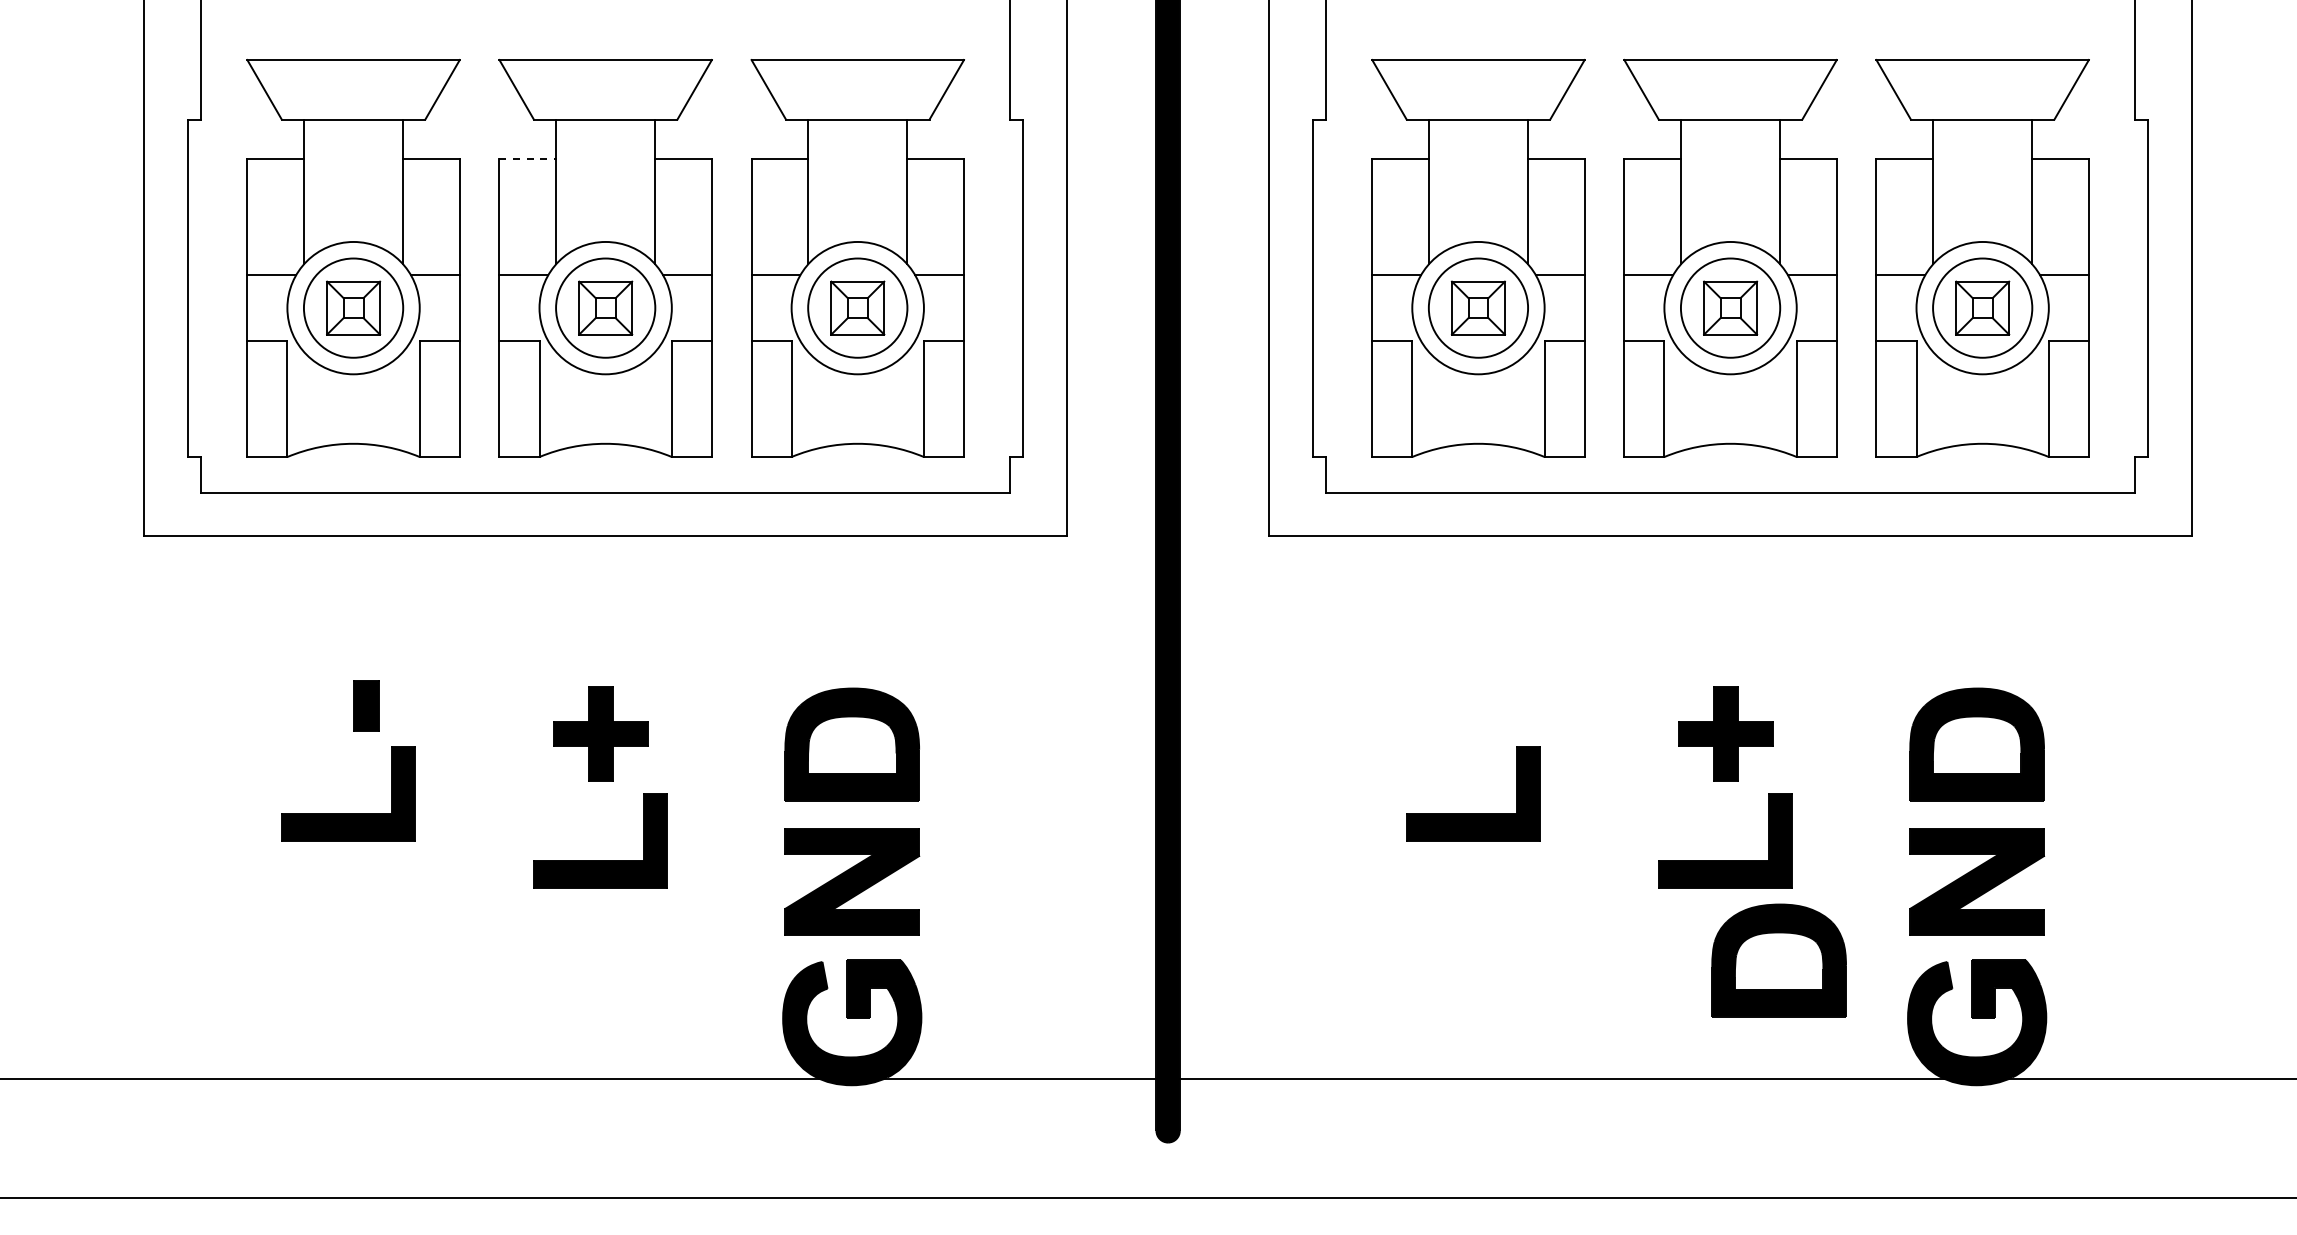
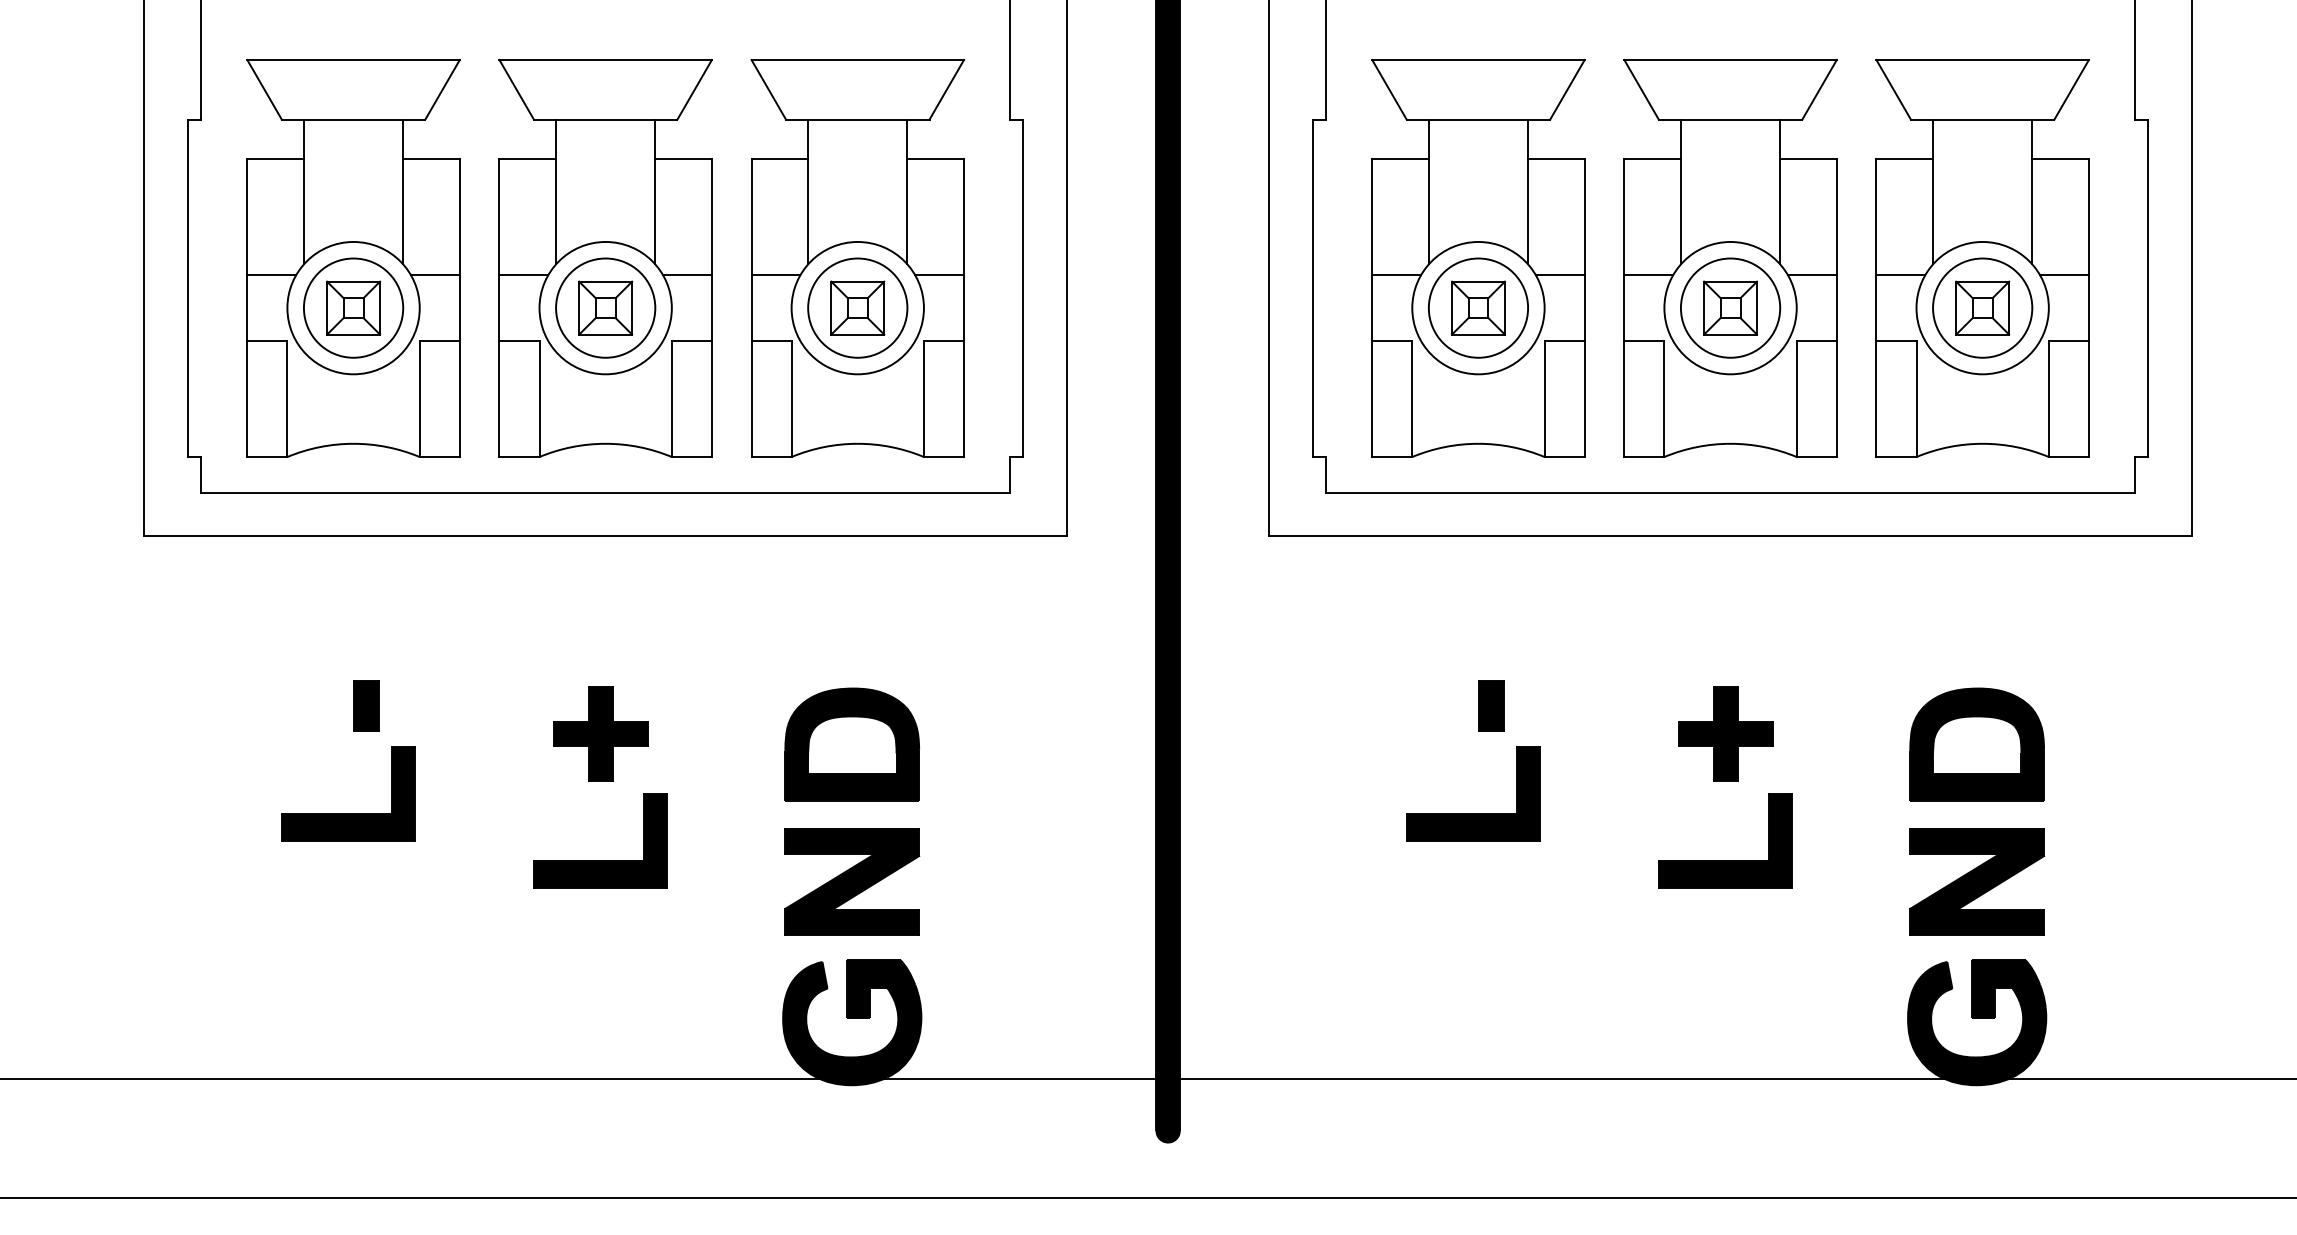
line at (528, 159): dashed -> solid
part at (1491, 705): none -> present
part at (1778, 960): present -> none
